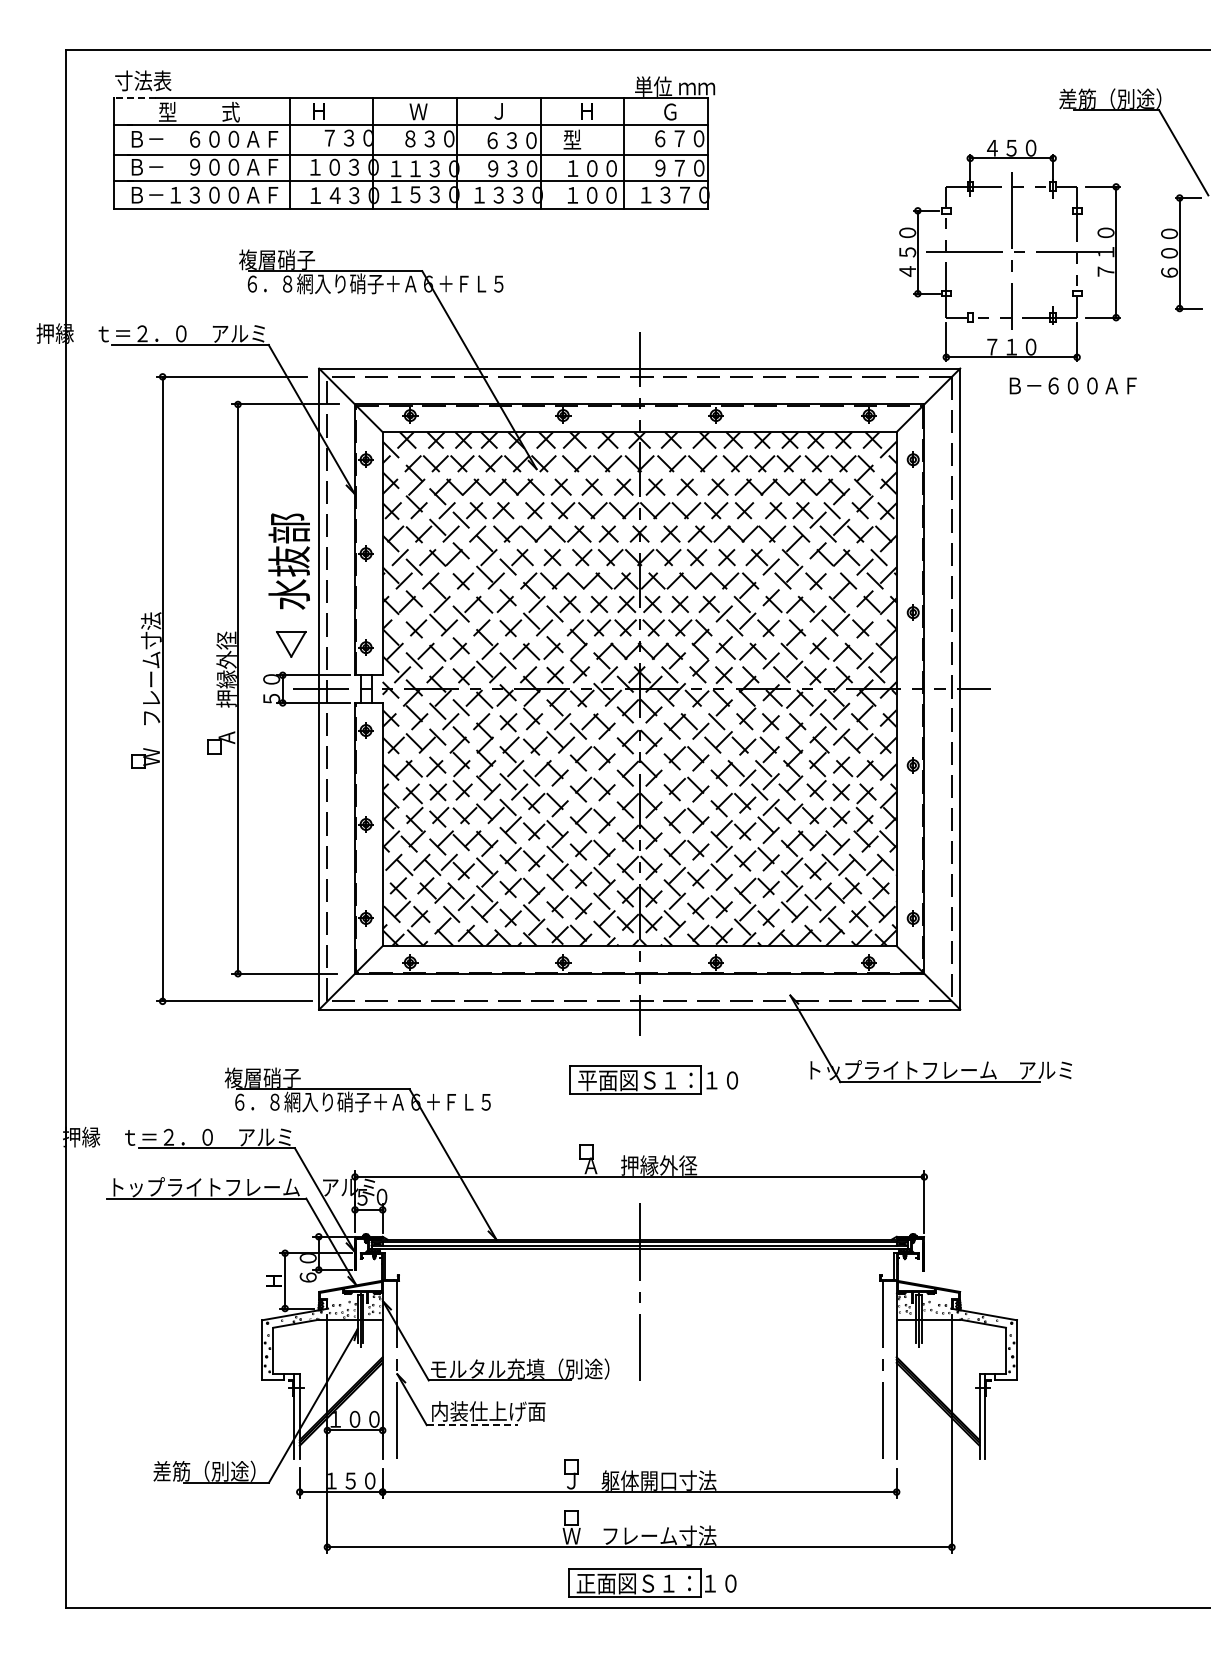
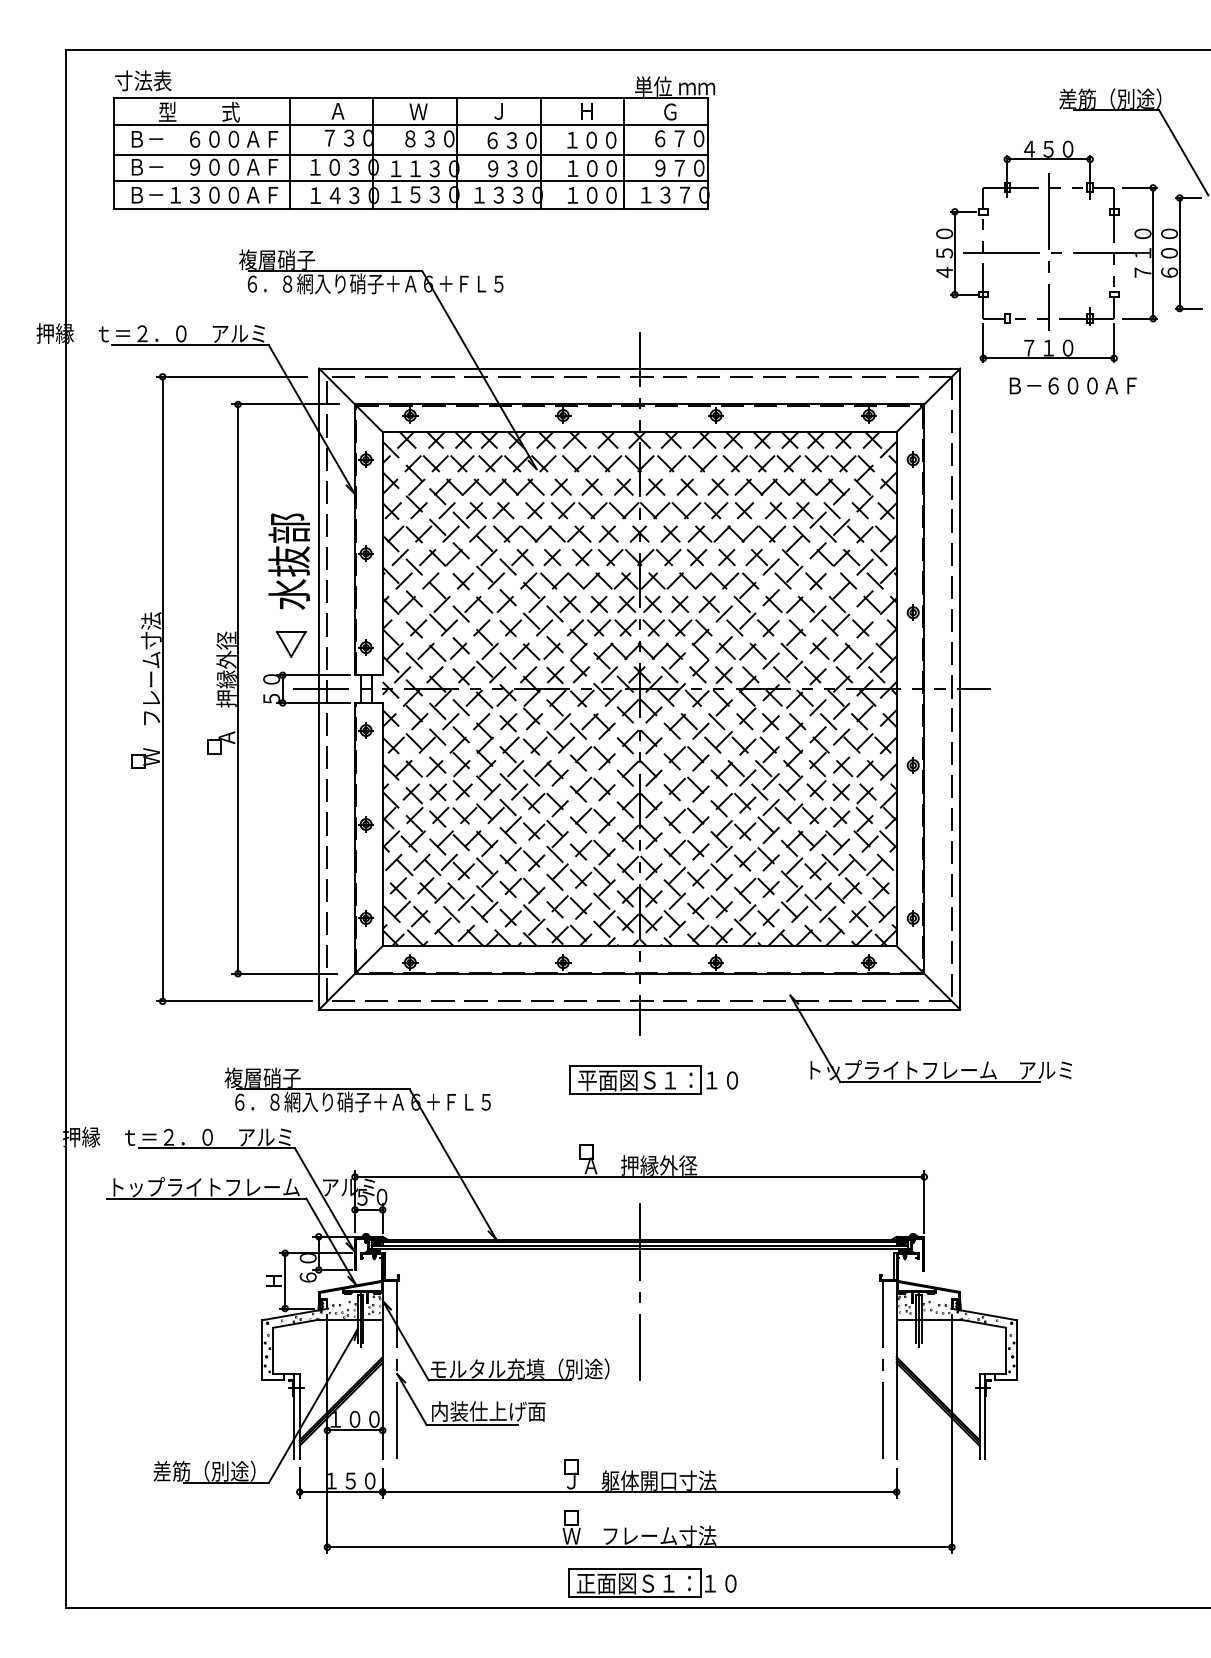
line at (135, 97): dashed -> solid
text at (328, 111): Ｈ -> Ａ
text at (589, 139): 型 -> １００
part at (1009, 250) position: (1009, 250) -> (1046, 251)
line at (472, 1425): dashed -> solid
